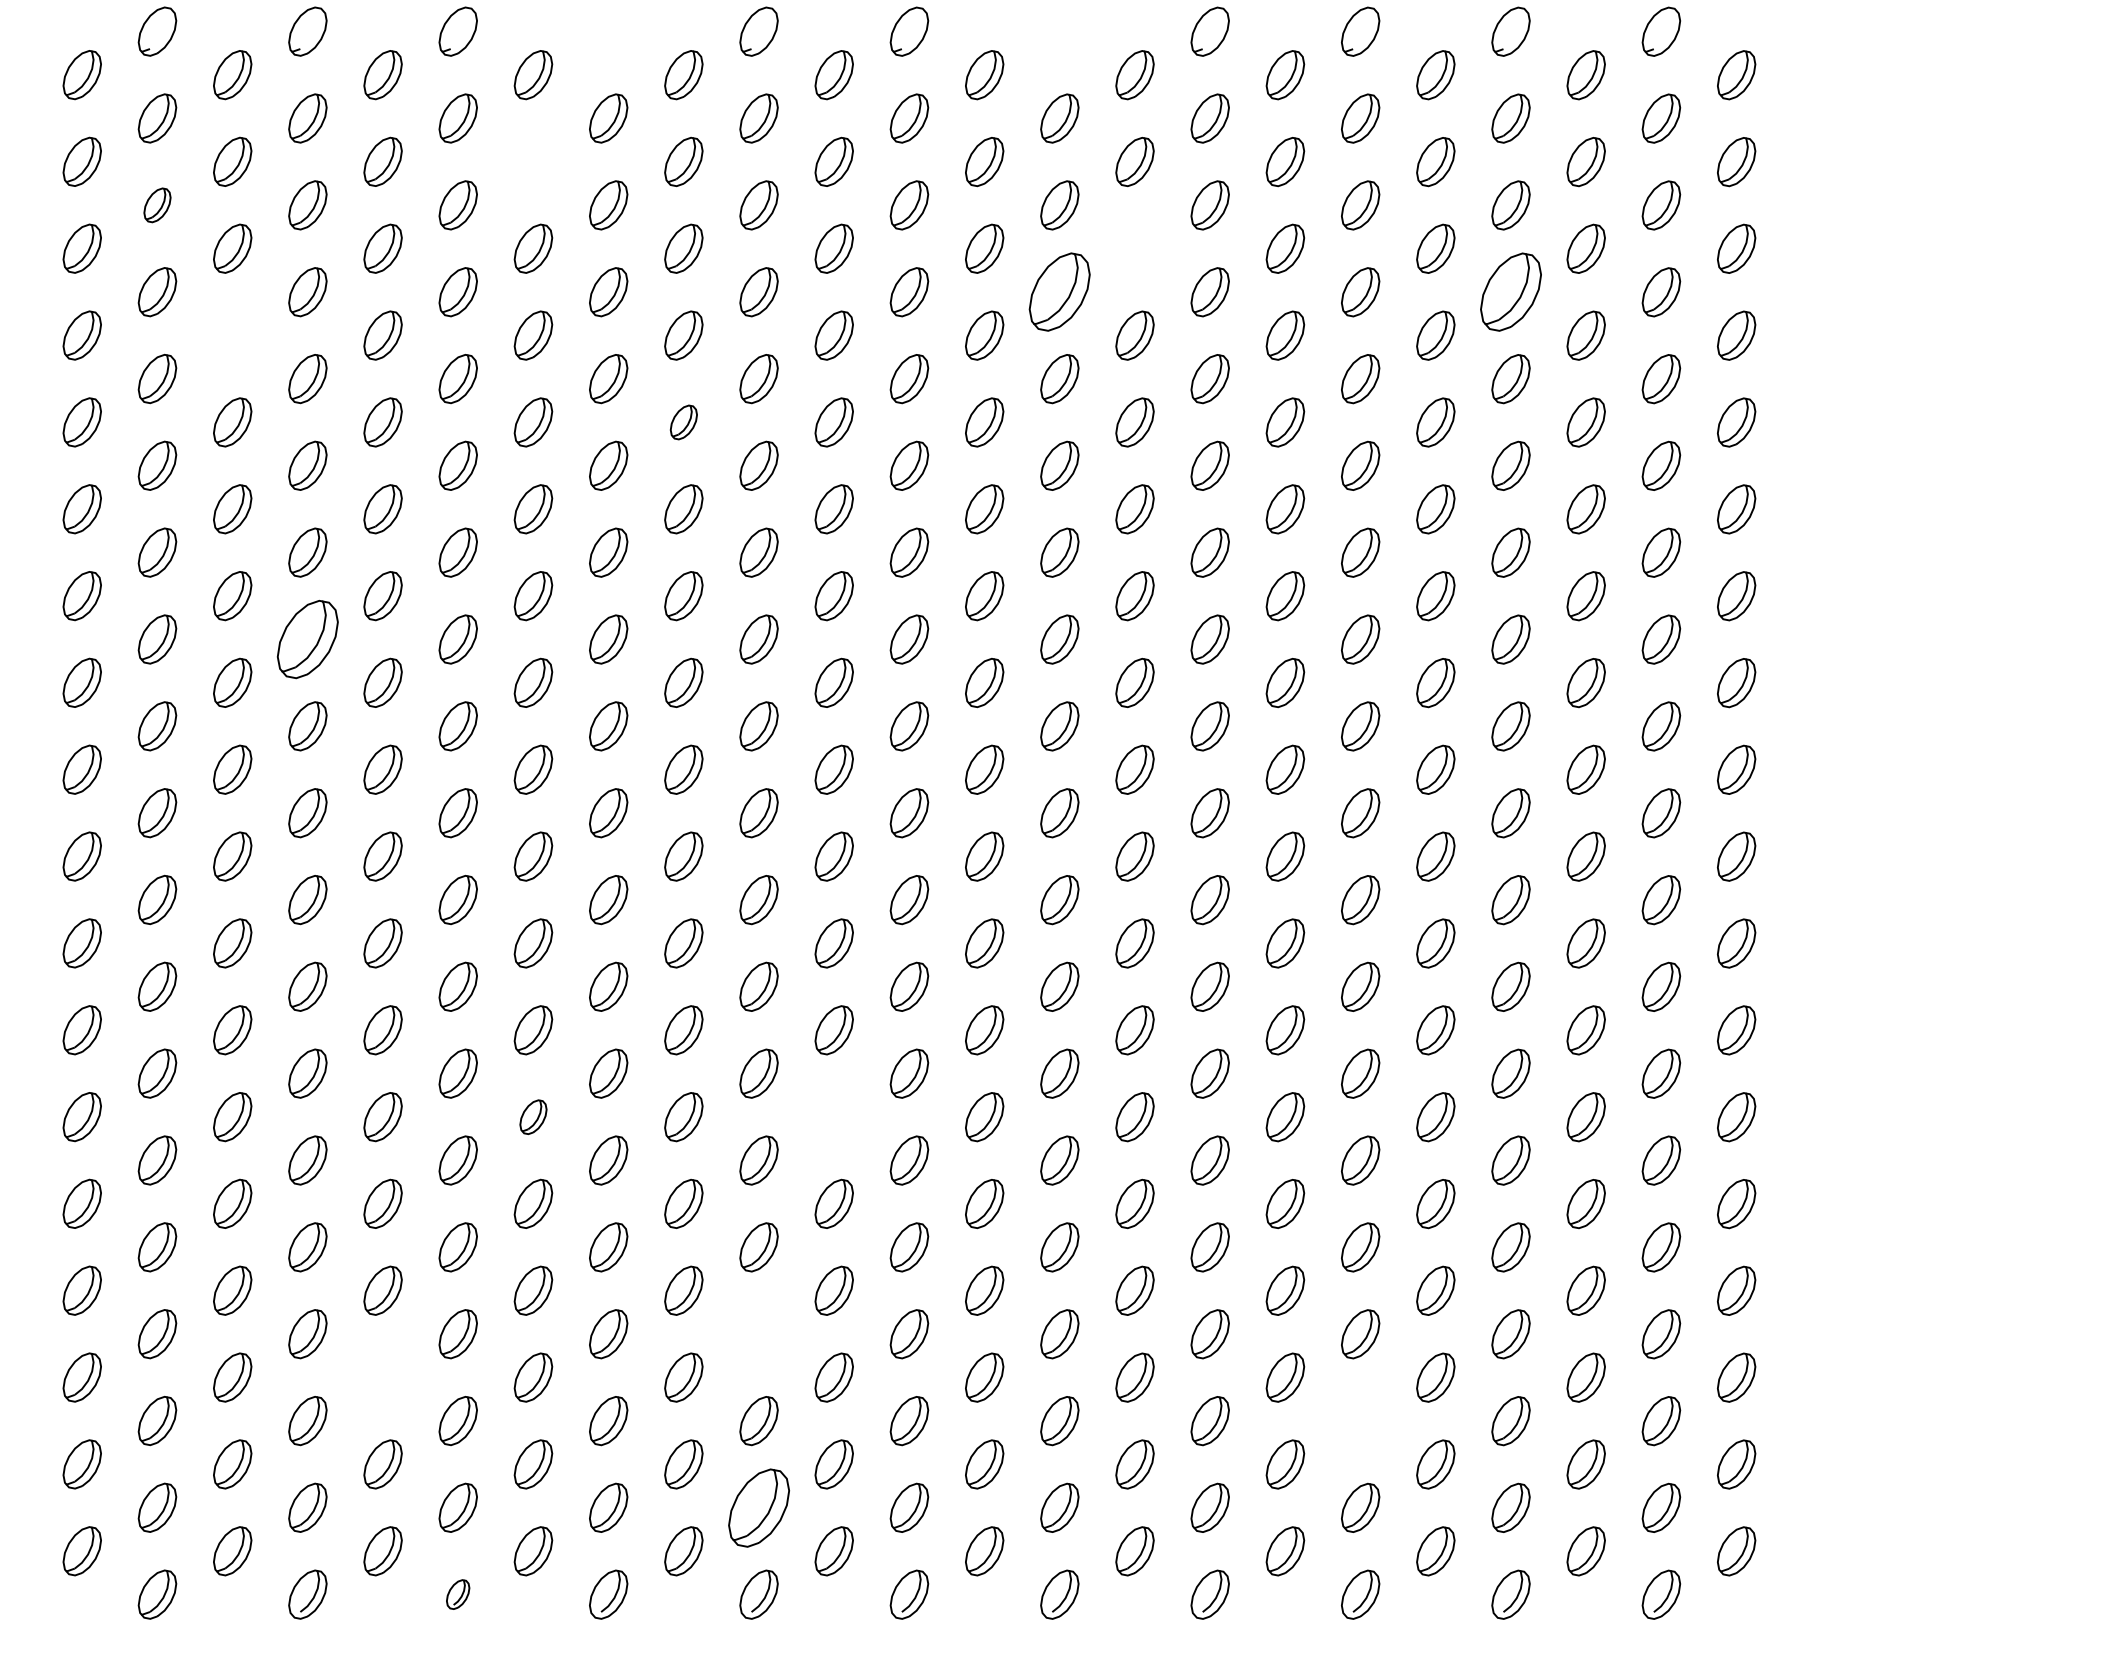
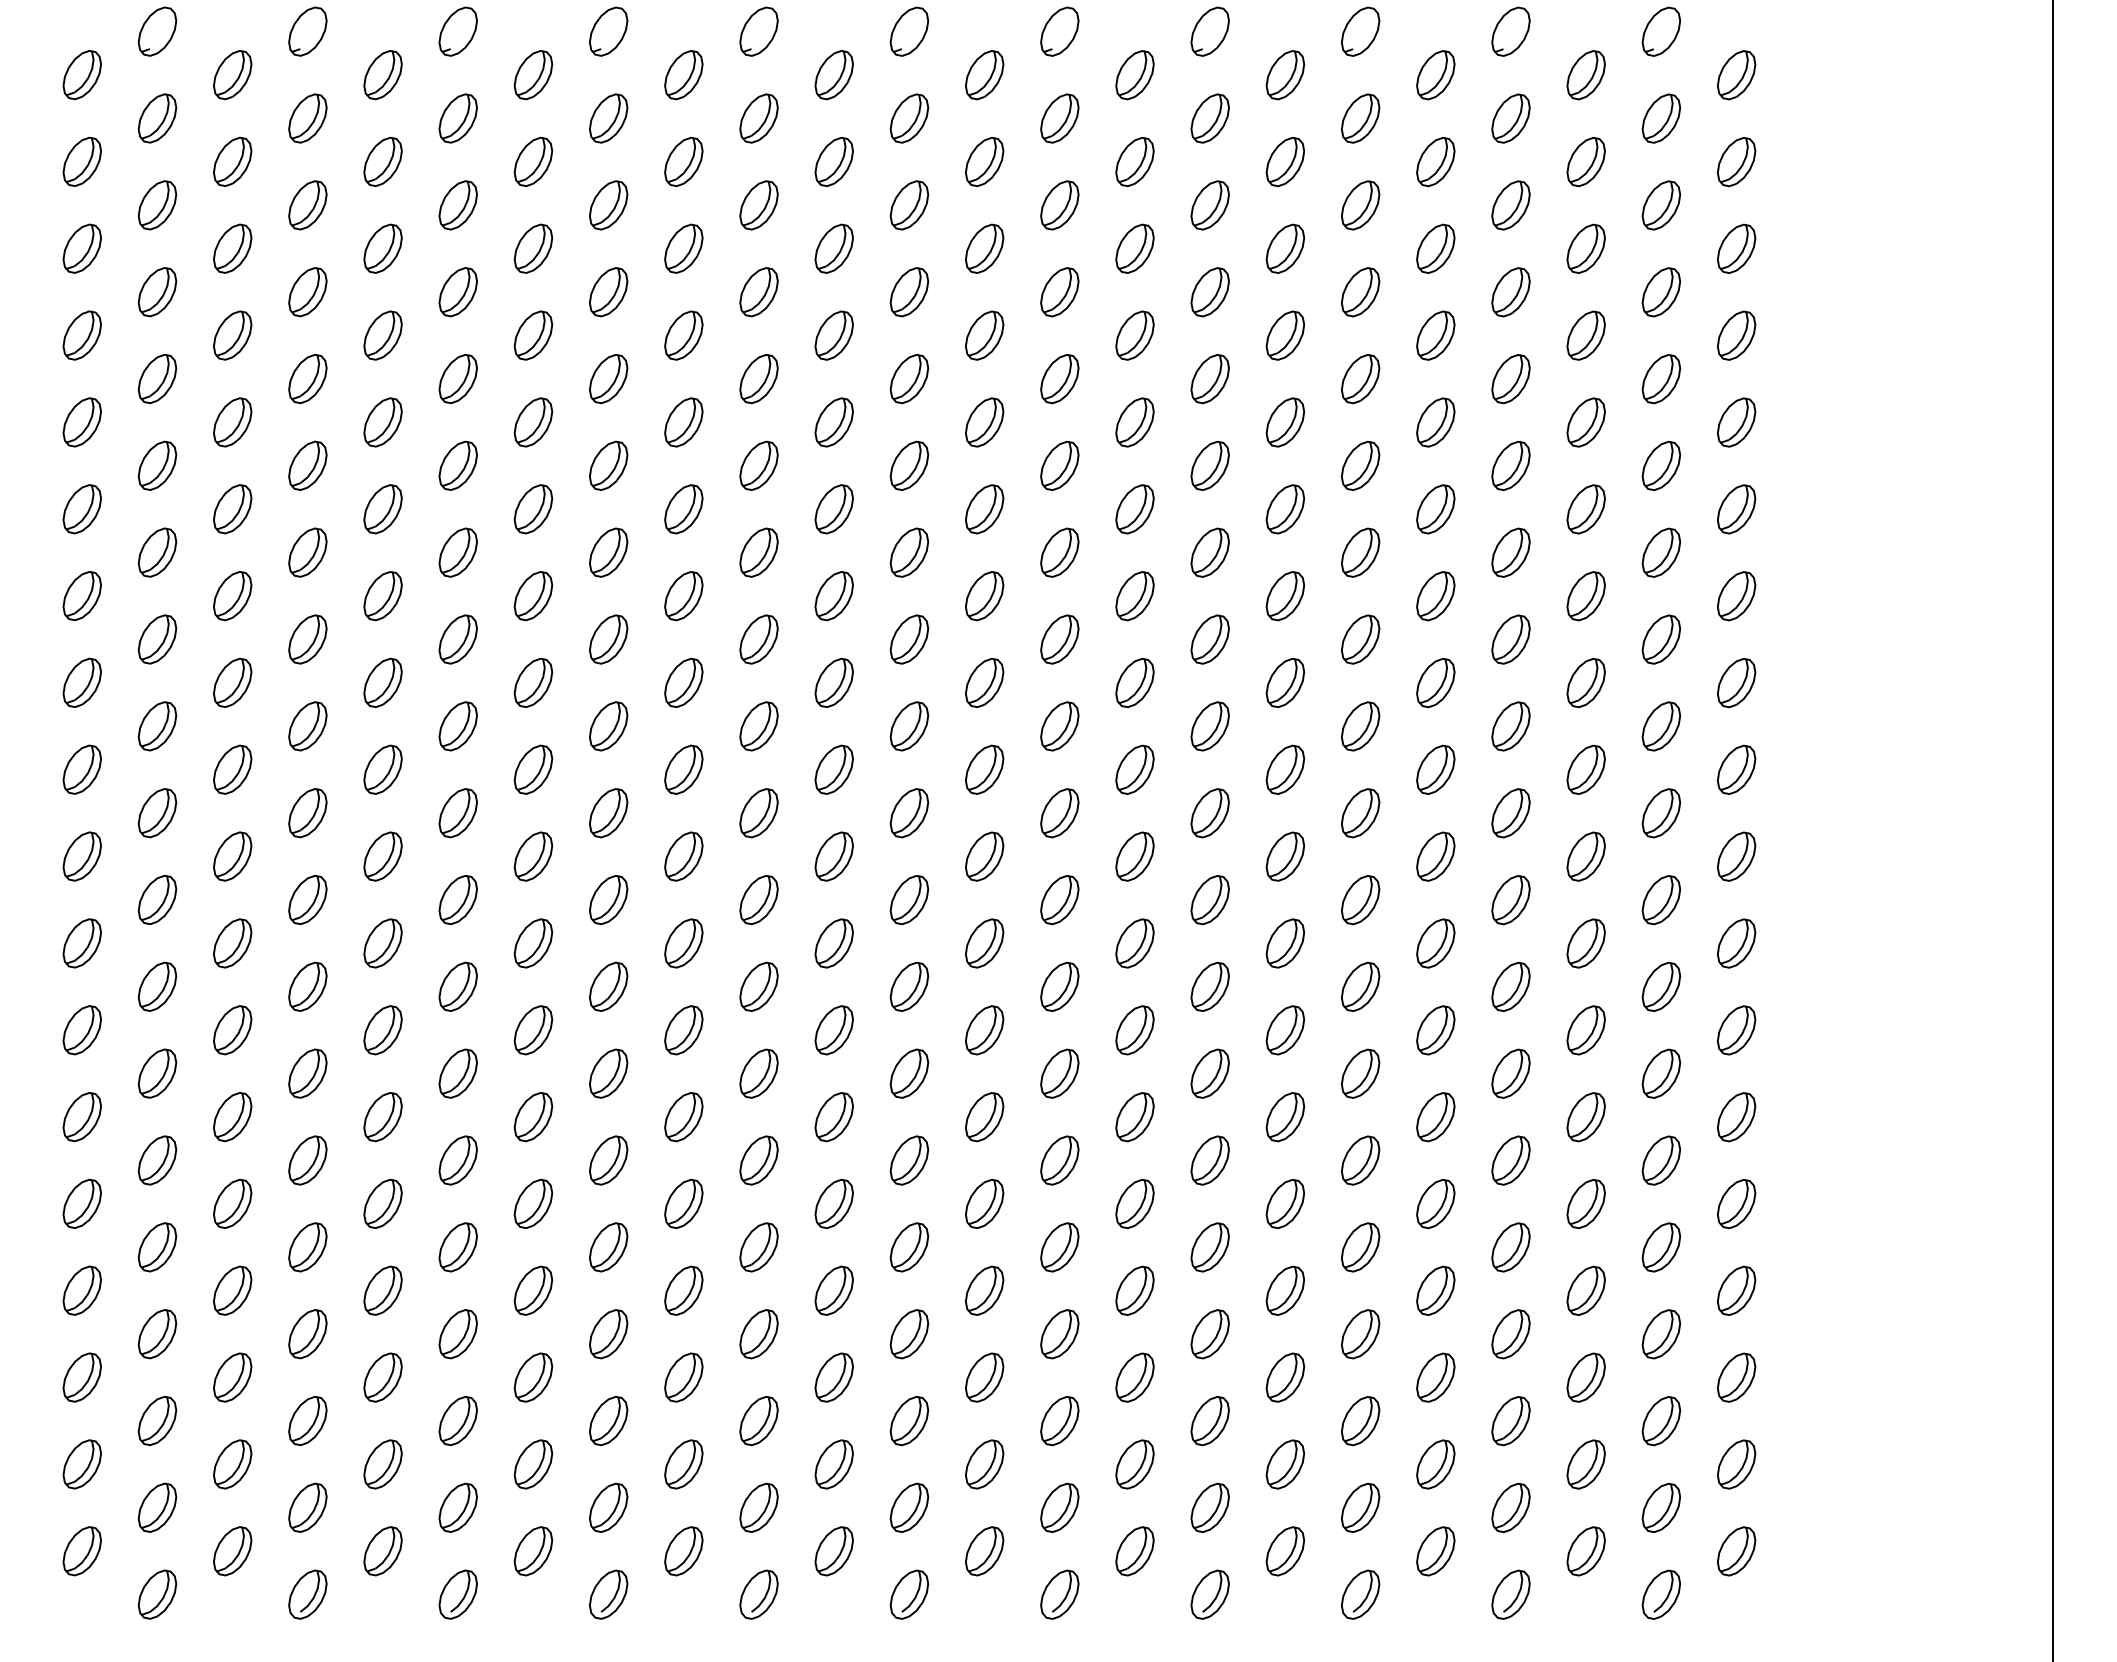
part at (608, 31): none -> present
part at (1059, 31): none -> present
part at (533, 161): none -> present
part at (157, 205) size: 29x37 px -> 41x51 px
part at (1134, 248): none -> present
part at (1059, 291) size: 63x80 px -> 40x51 px
part at (1510, 291) size: 62x80 px -> 40x51 px
part at (232, 335): none -> present
part at (683, 422) size: 29x37 px -> 40x51 px
part at (307, 639) size: 63x80 px -> 40x51 px
line at (2053, 830): none -> present
part at (533, 1116) size: 29x36 px -> 41x51 px
part at (833, 1117): none -> present
part at (758, 1334): none -> present
part at (382, 1377): none -> present
part at (1360, 1421): none -> present
part at (758, 1507) size: 62x80 px -> 40x51 px
part at (458, 1594) size: 25x31 px -> 40x51 px
